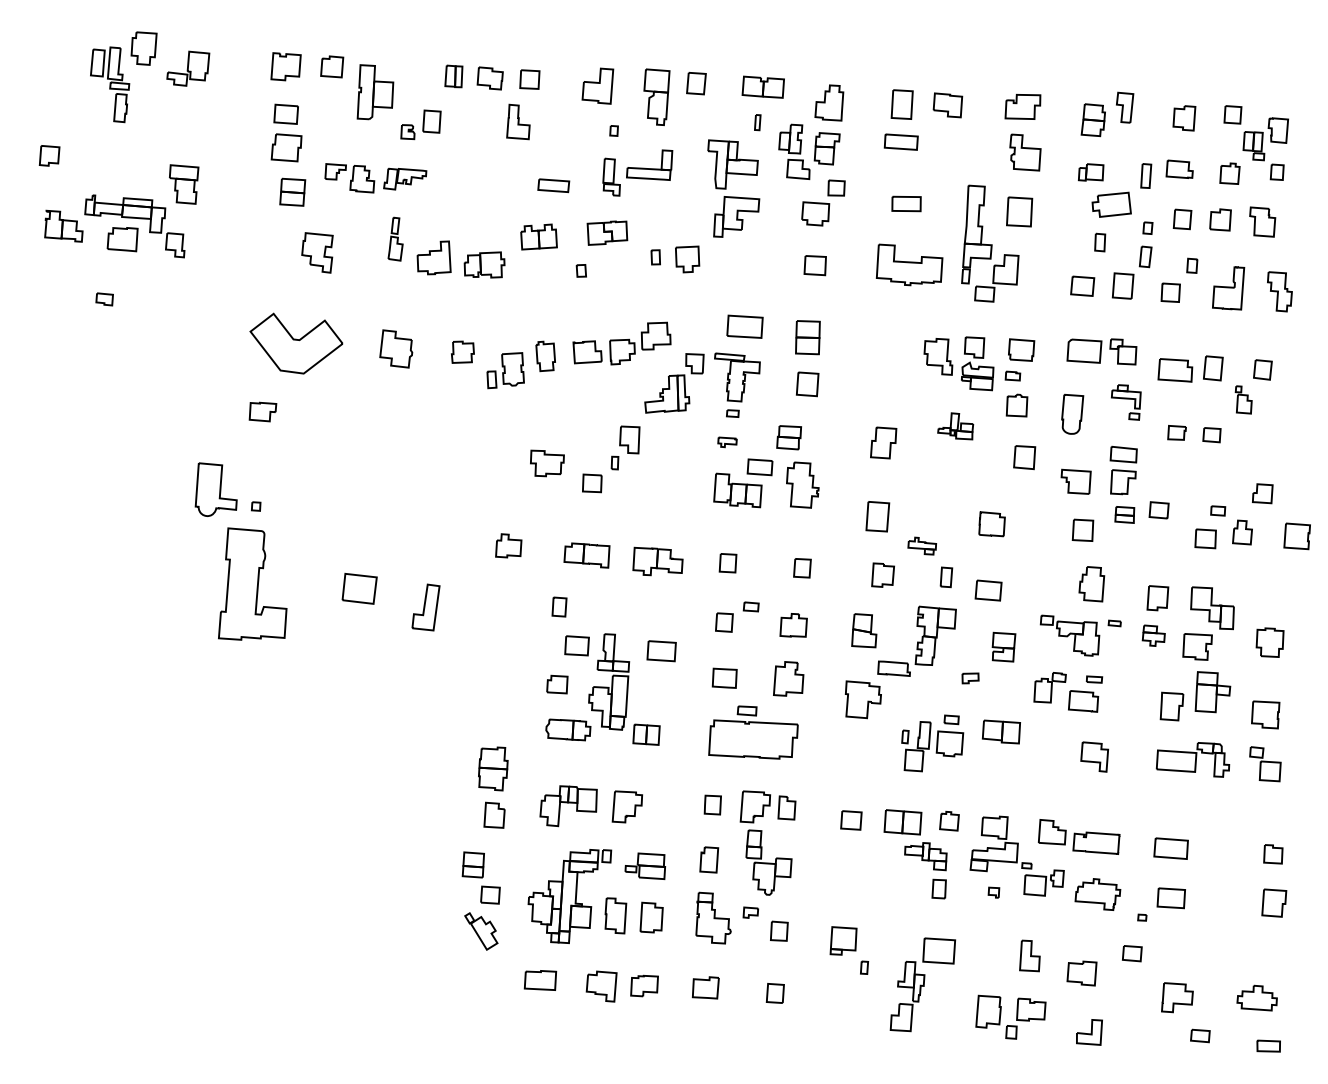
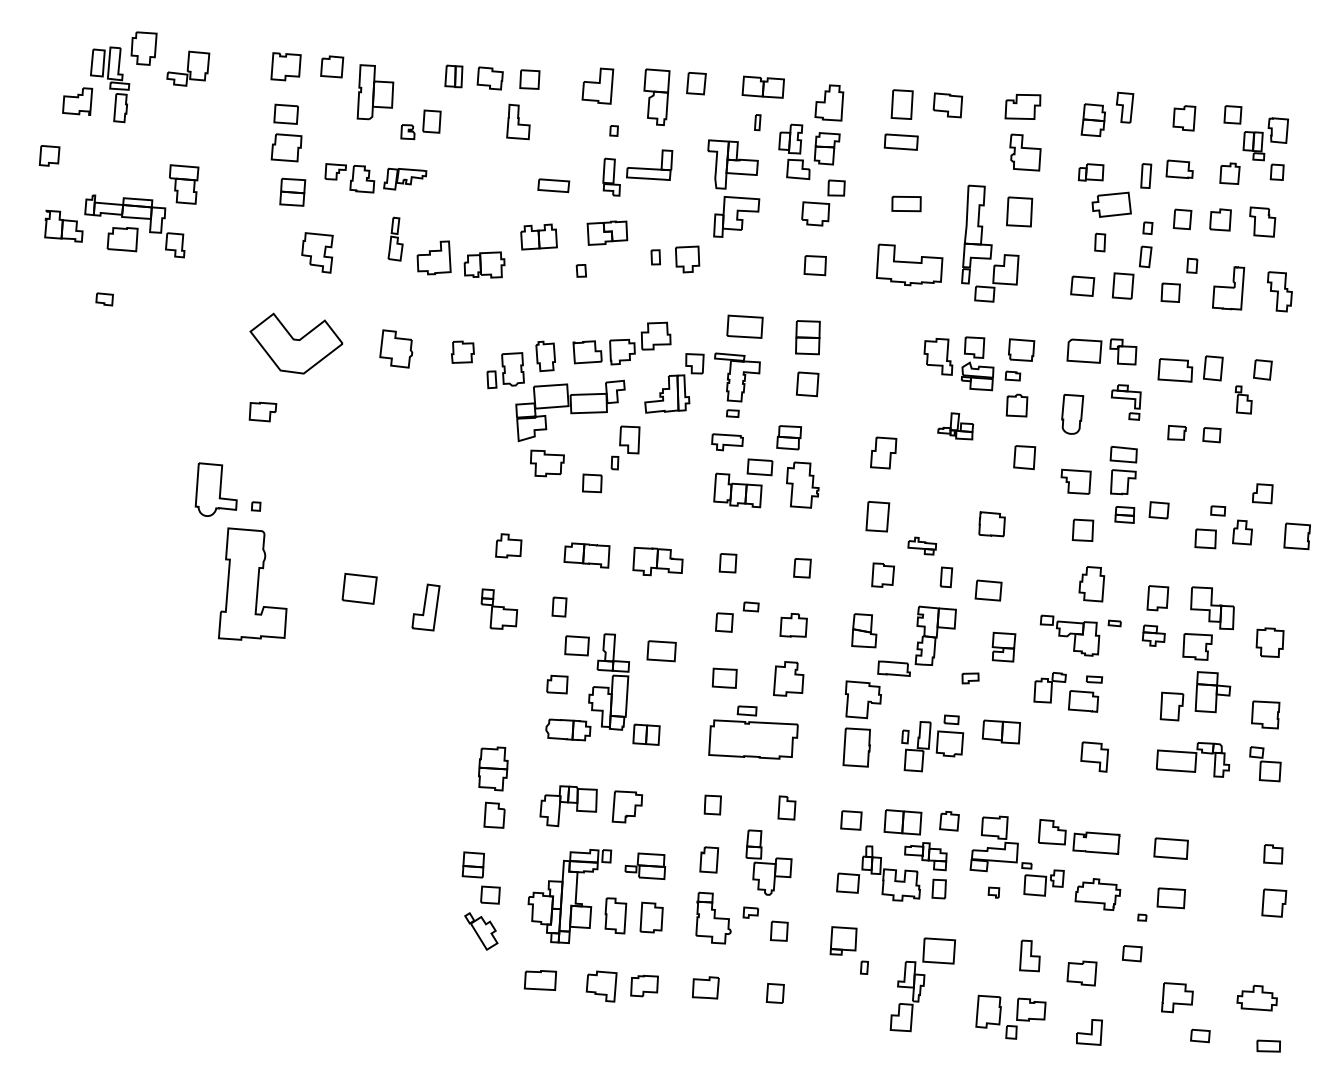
part at (77, 101): none -> present
part at (570, 410): none -> present
part at (727, 442) size: 21x13 px -> 33x19 px
part at (883, 442) position: (883, 442) -> (883, 452)
part at (499, 608): none -> present
part at (856, 747): none -> present
part at (754, 806): present -> none
part at (878, 873): none -> present
